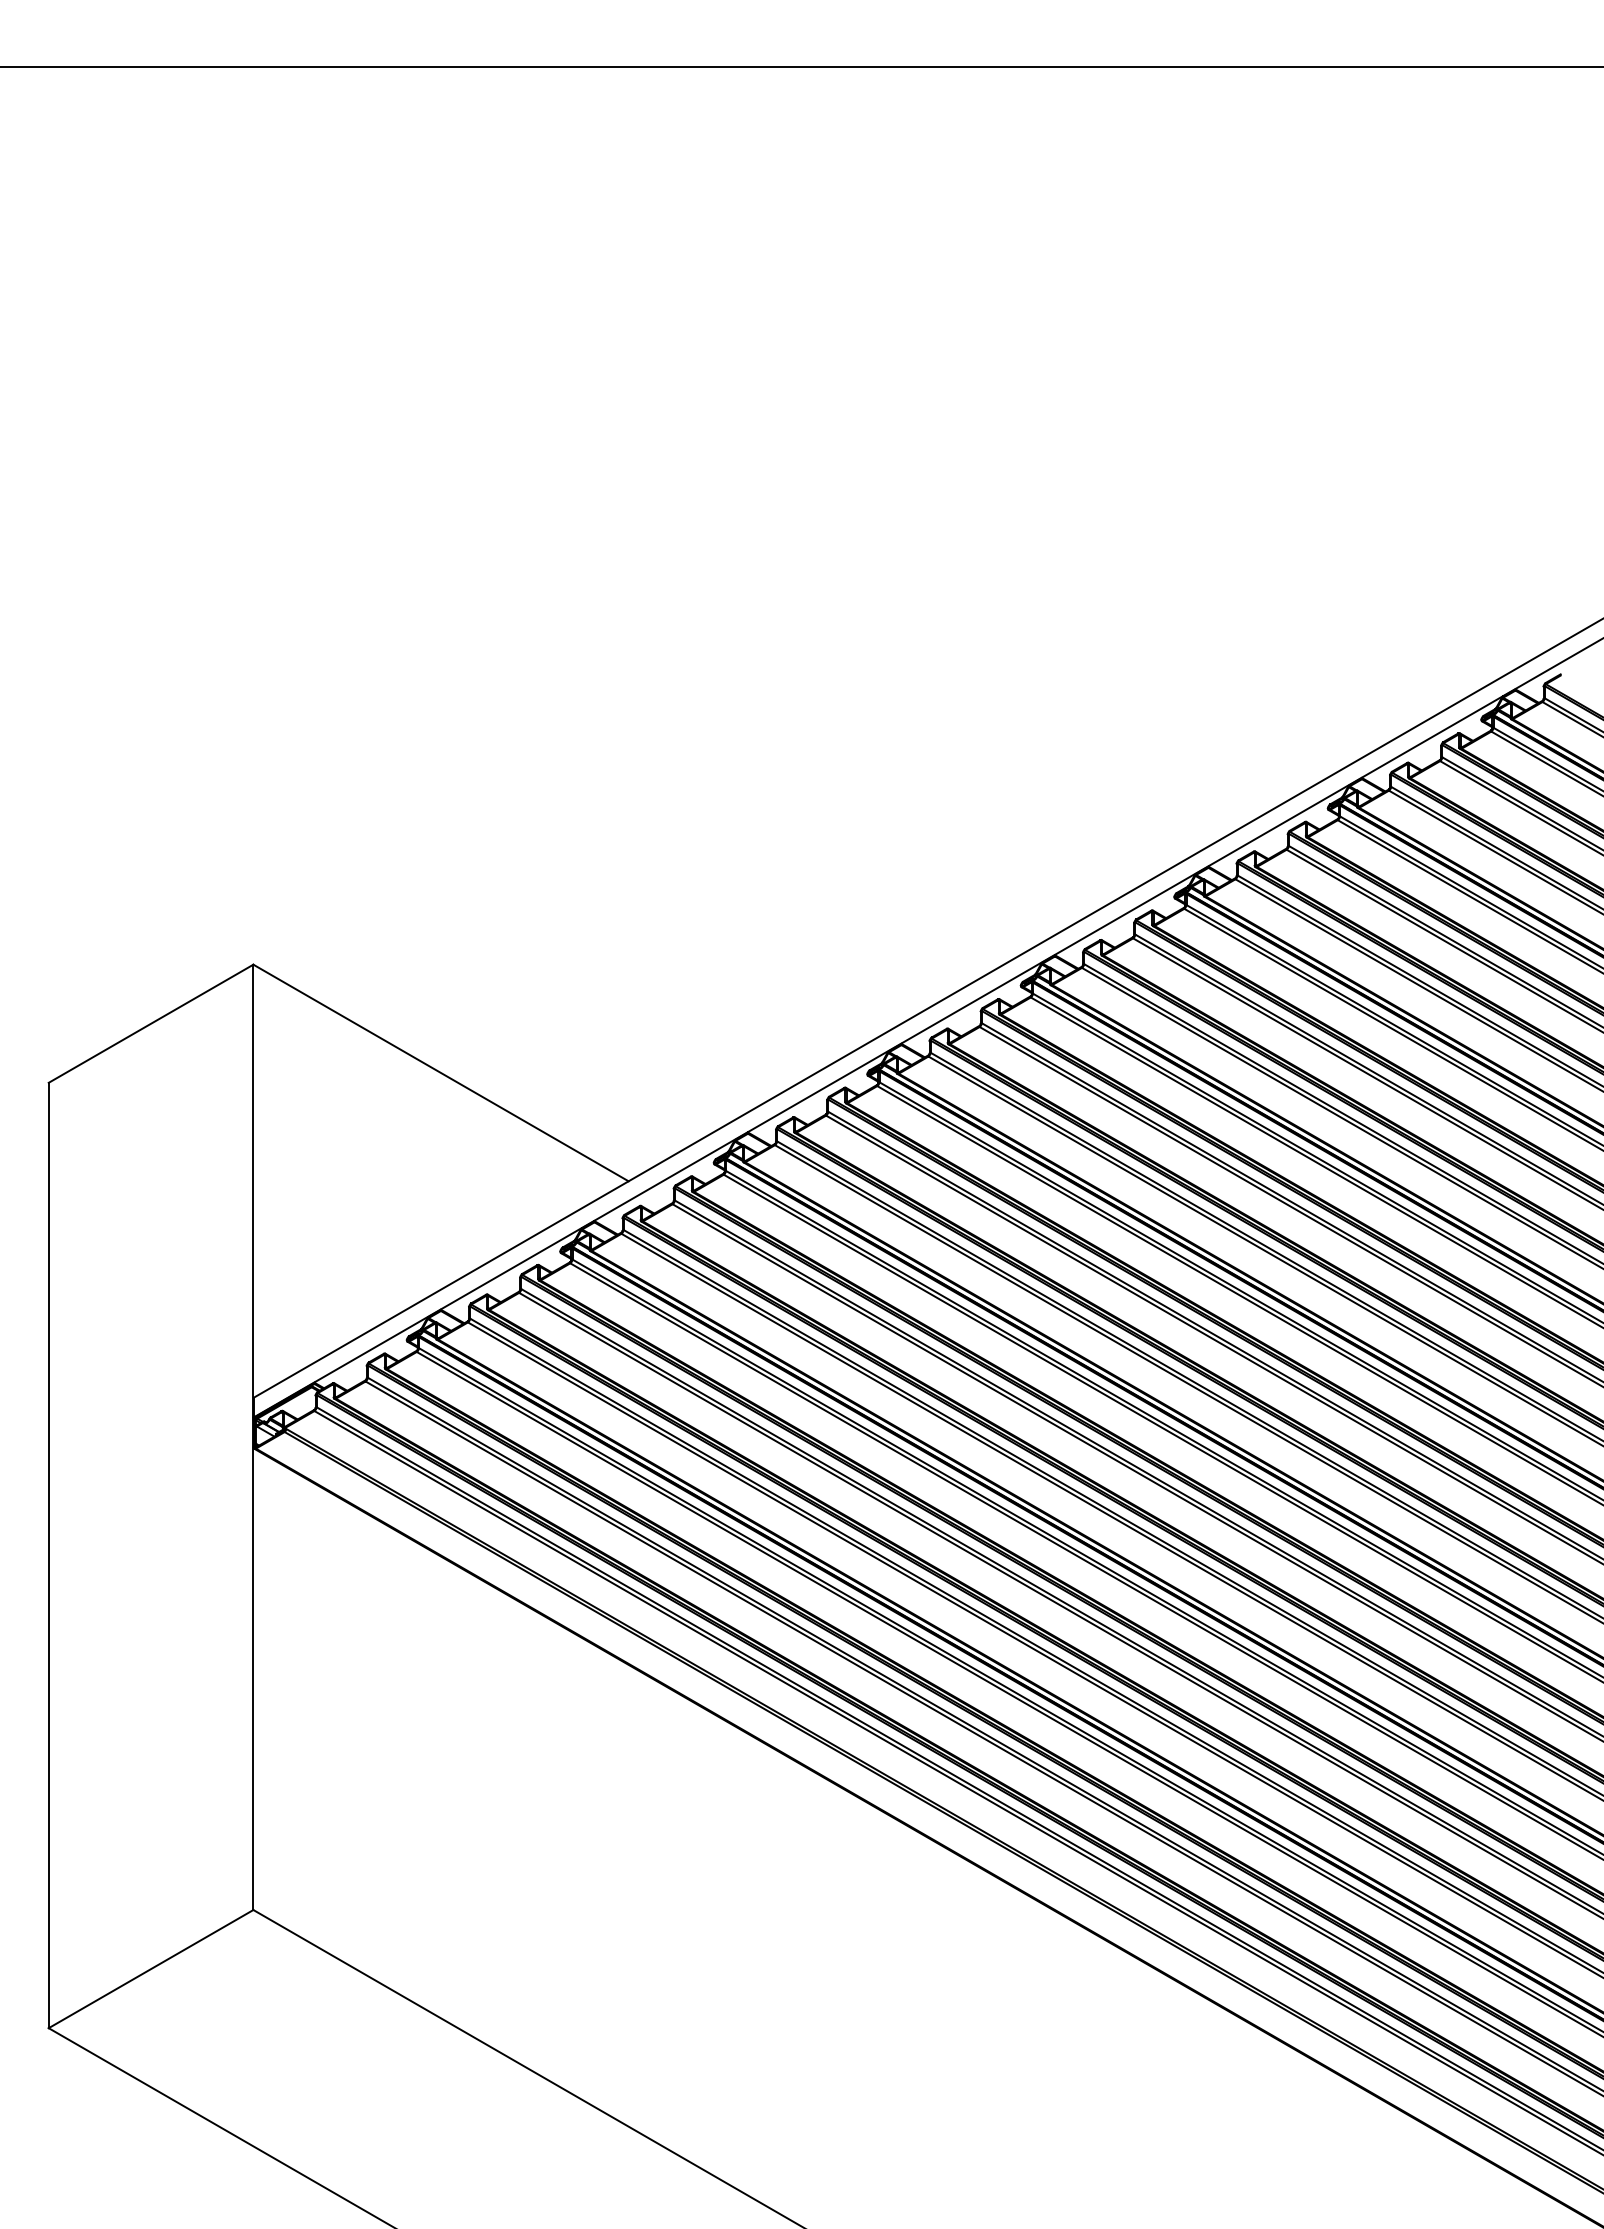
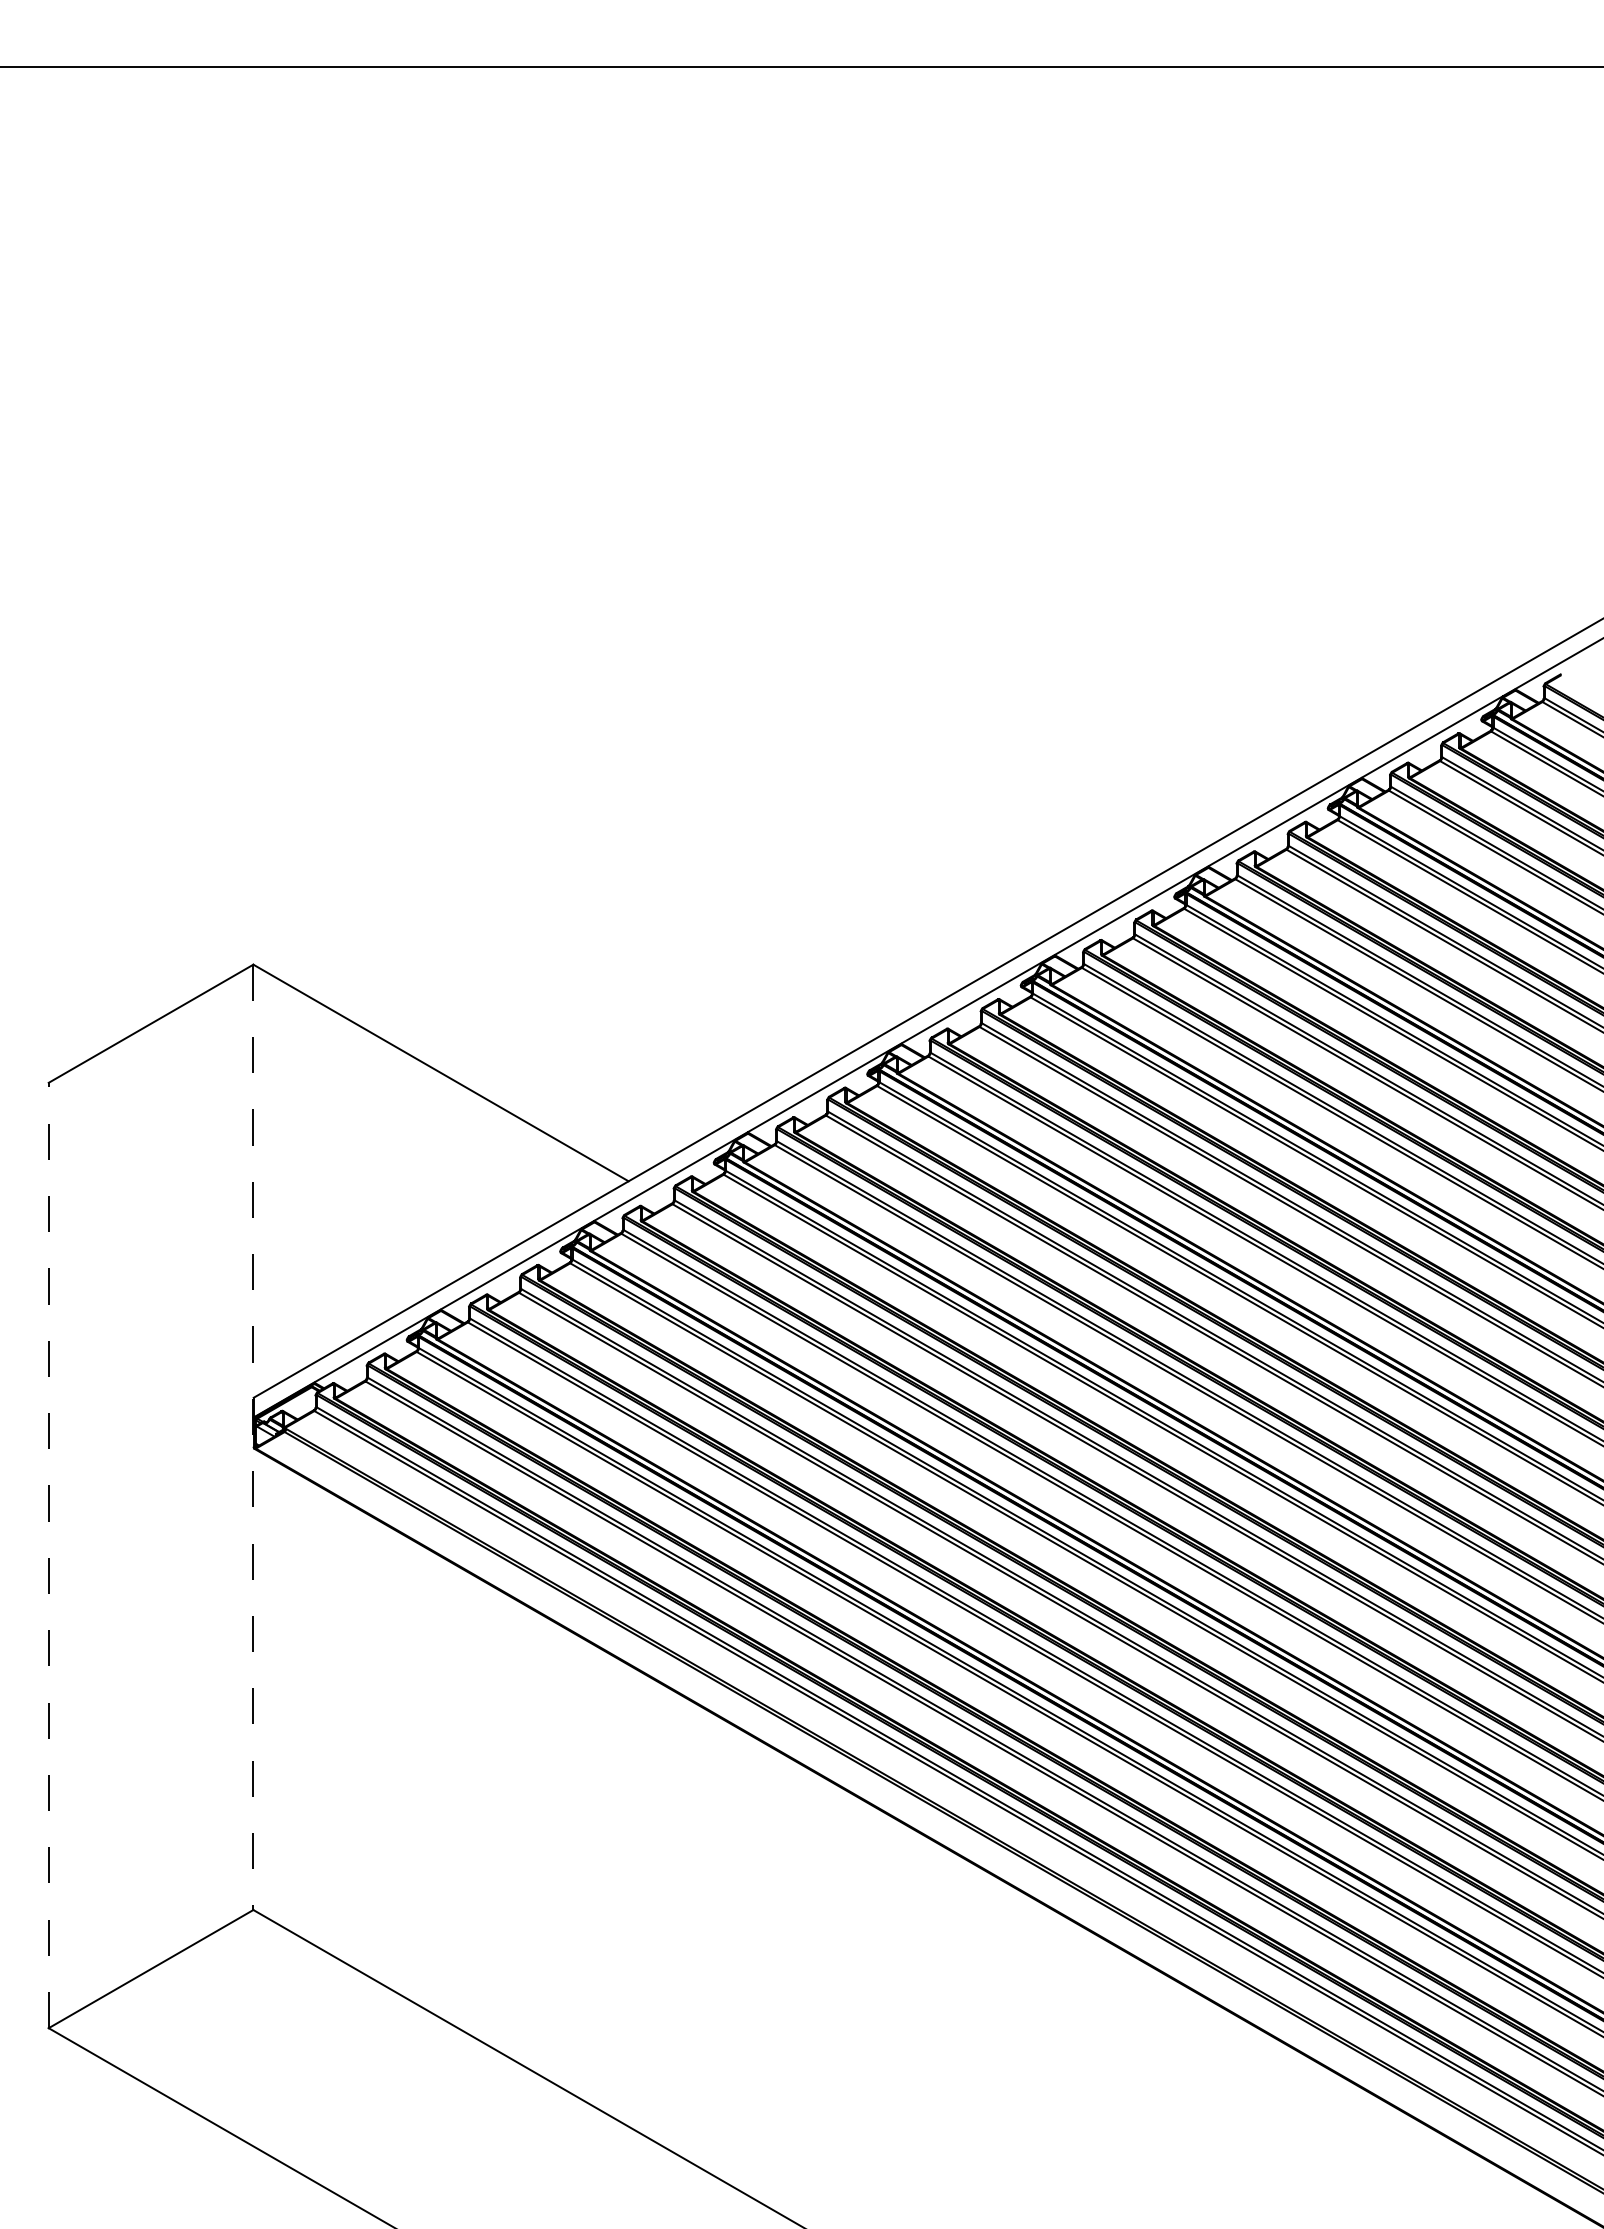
line at (253, 1437): solid -> dashed
line at (48, 1555): solid -> dashed
